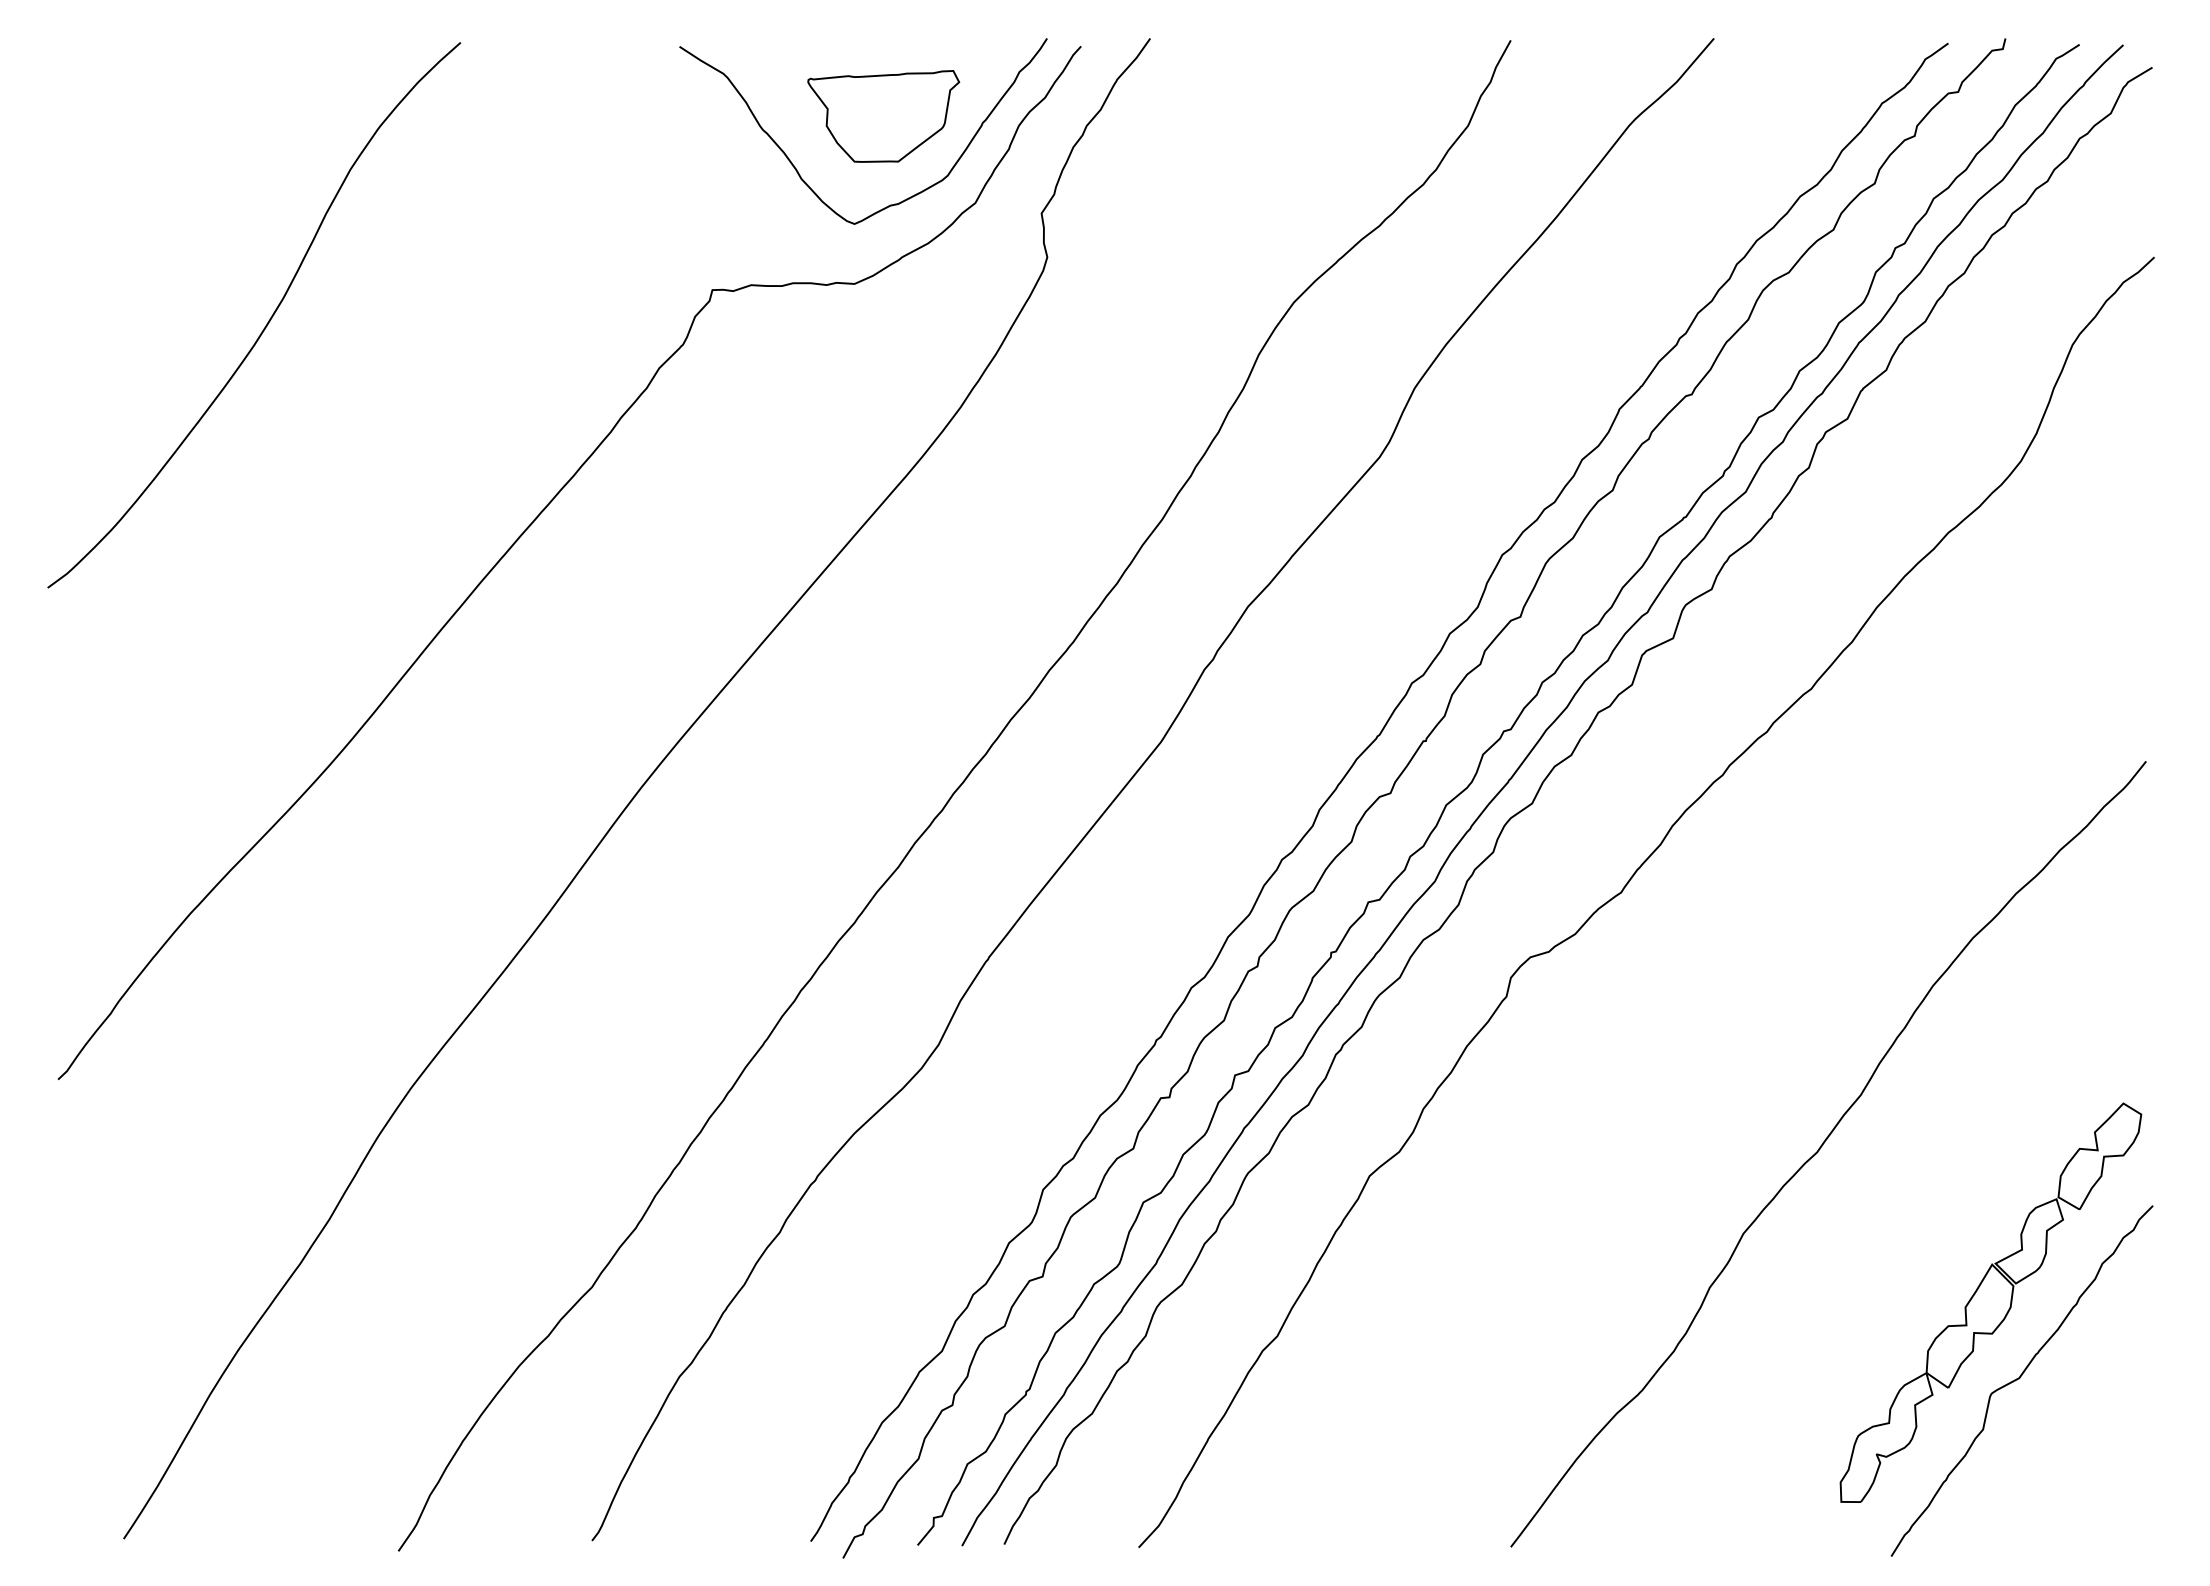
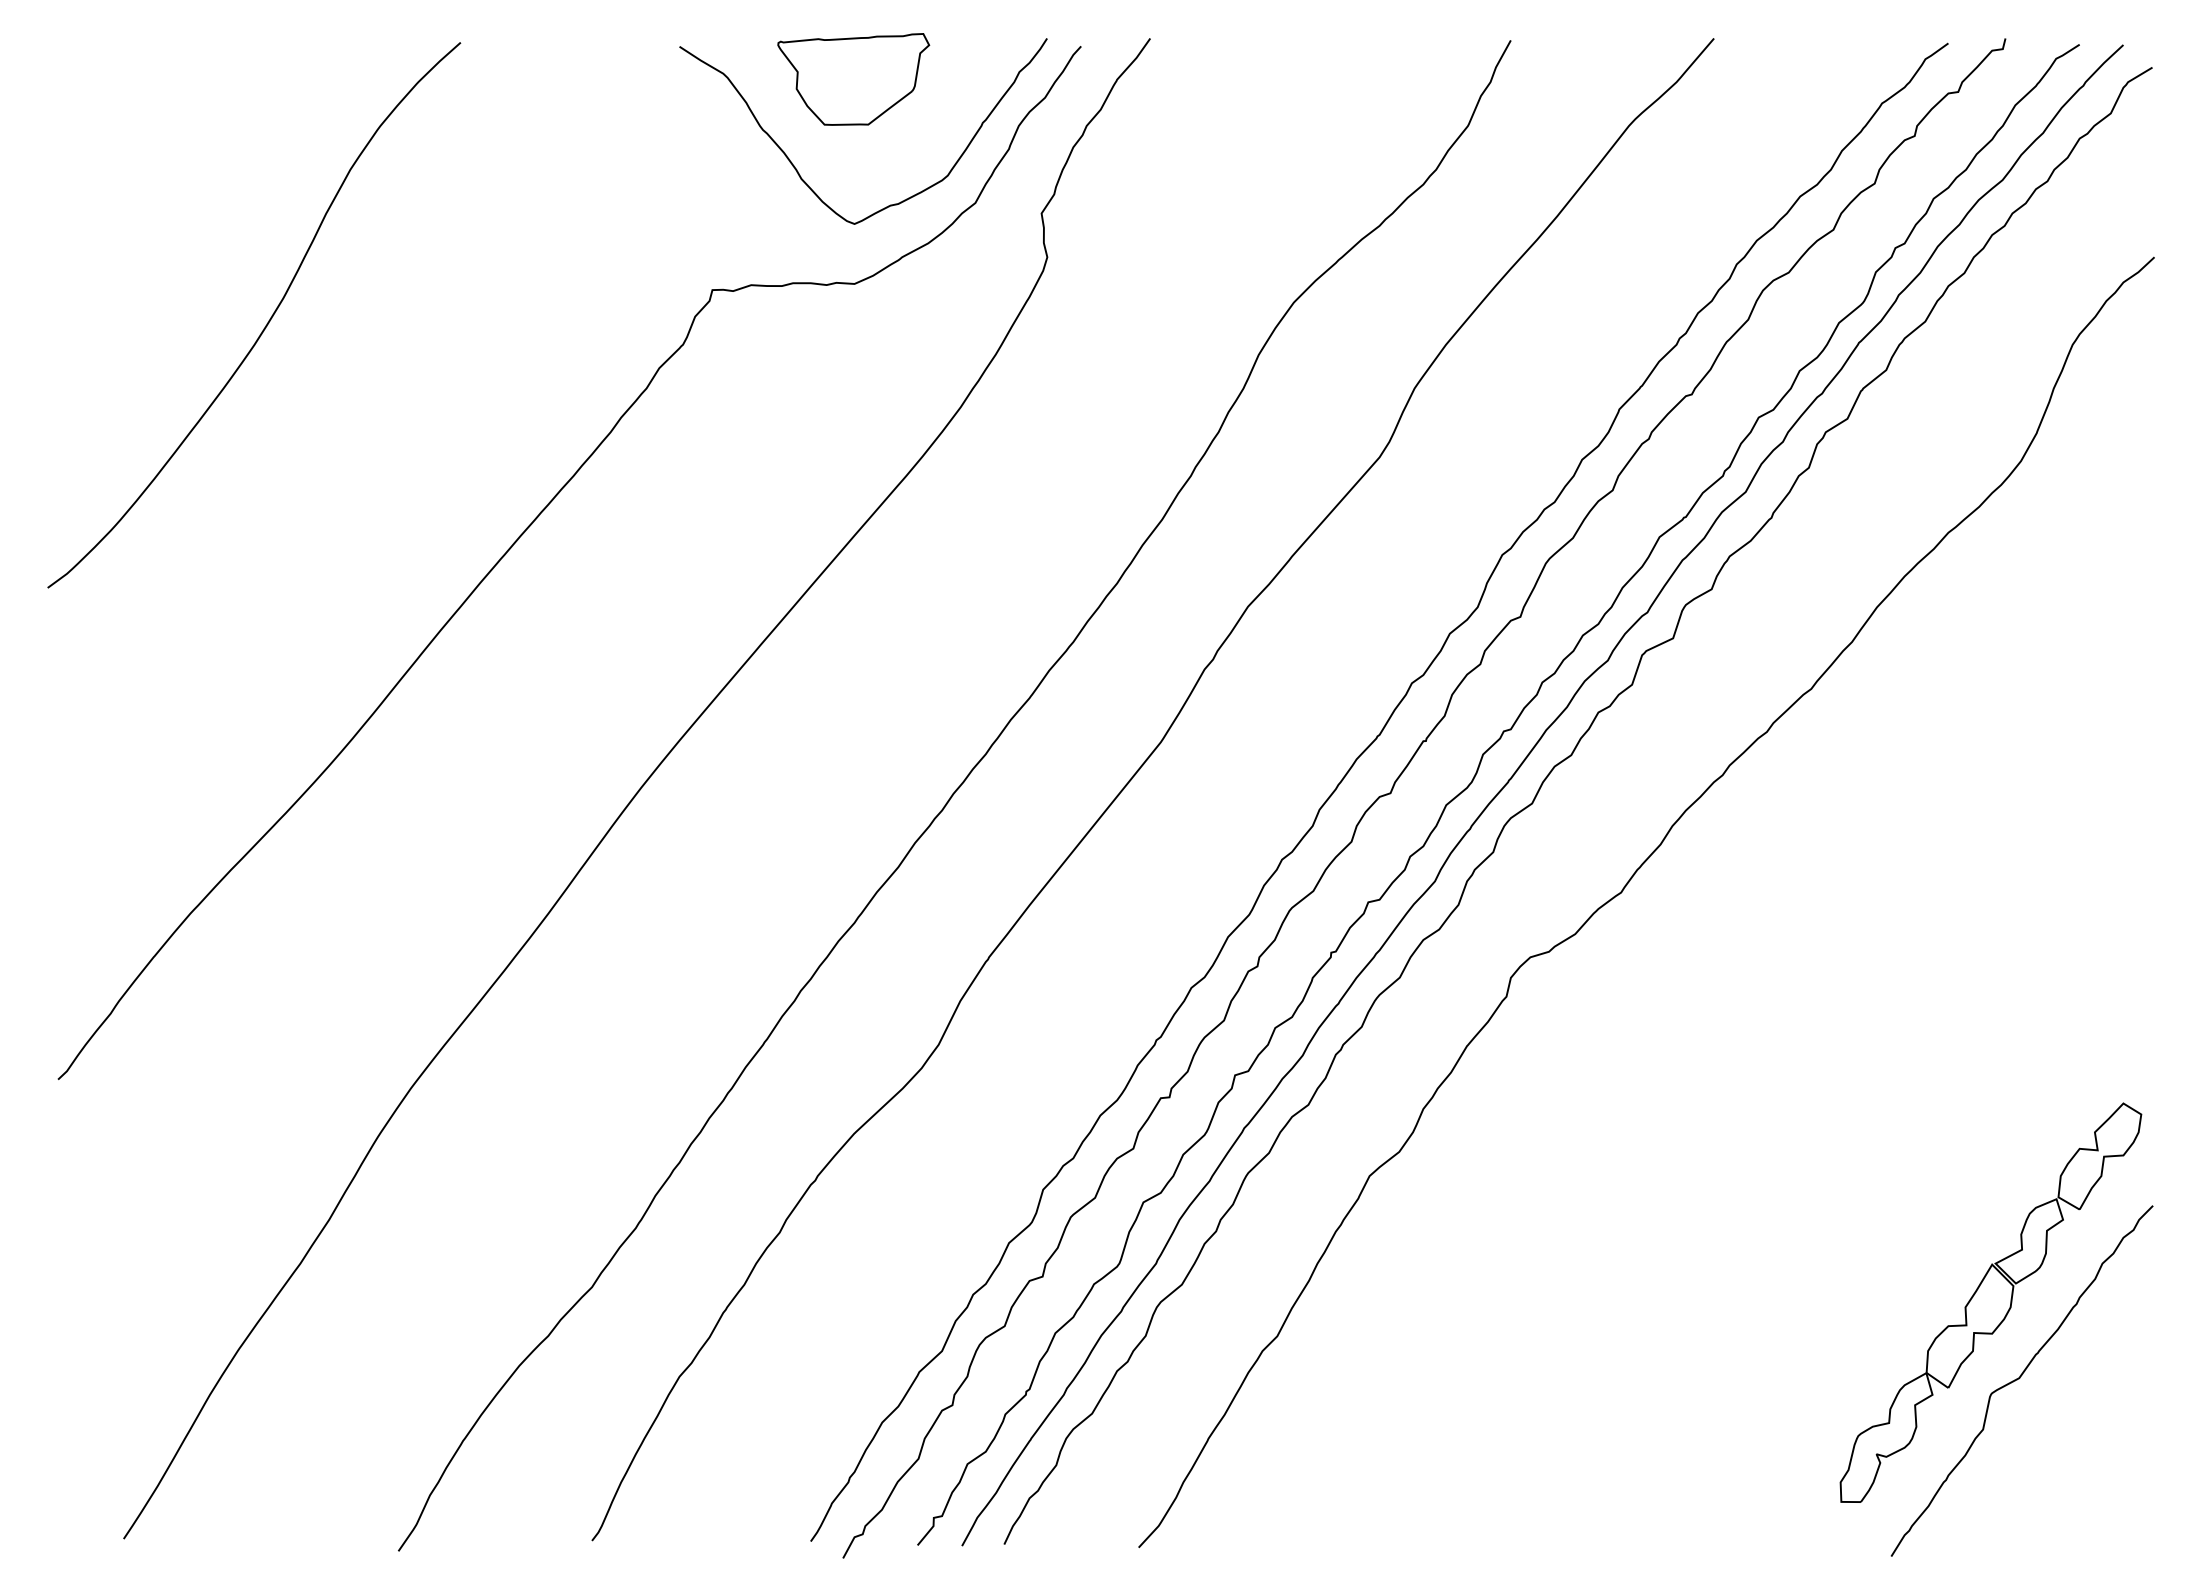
part at (883, 116) position: (883, 116) -> (853, 79)
curve at (1820, 1149): present -> none
